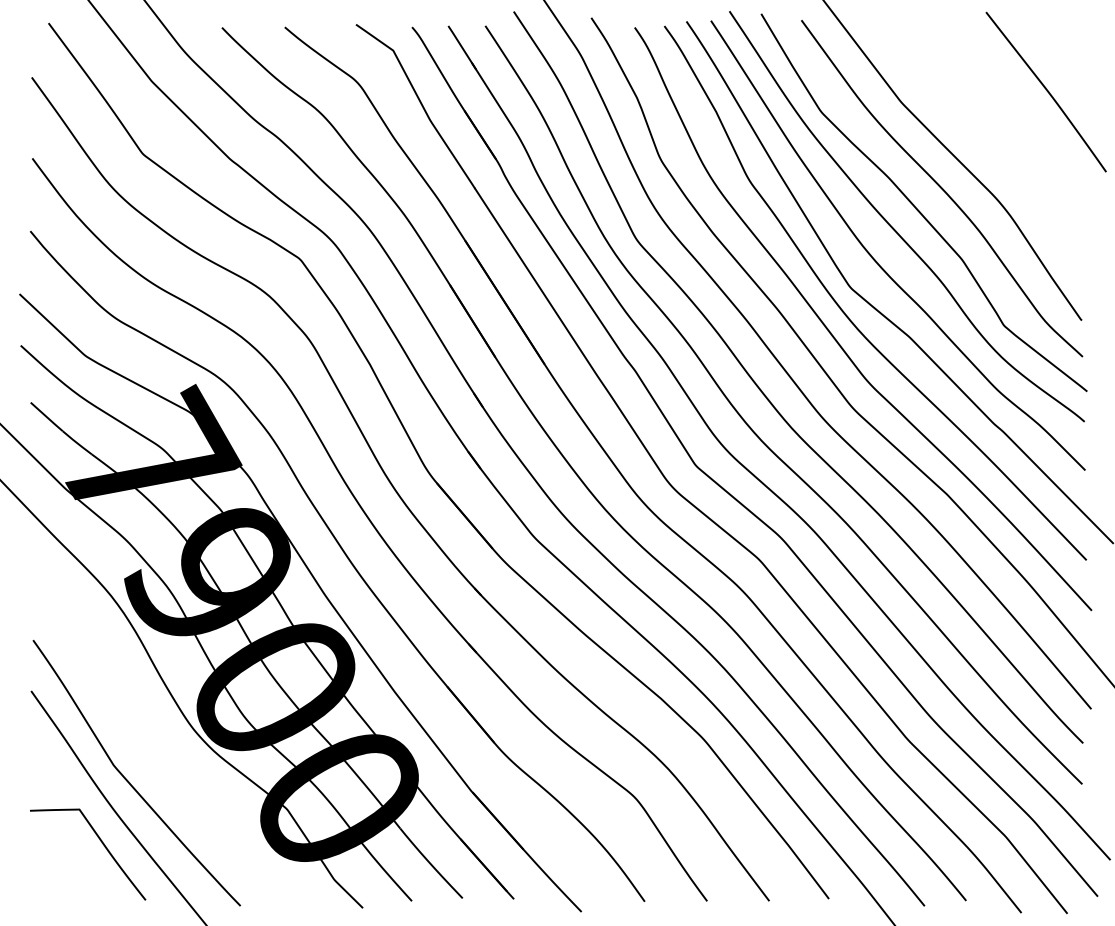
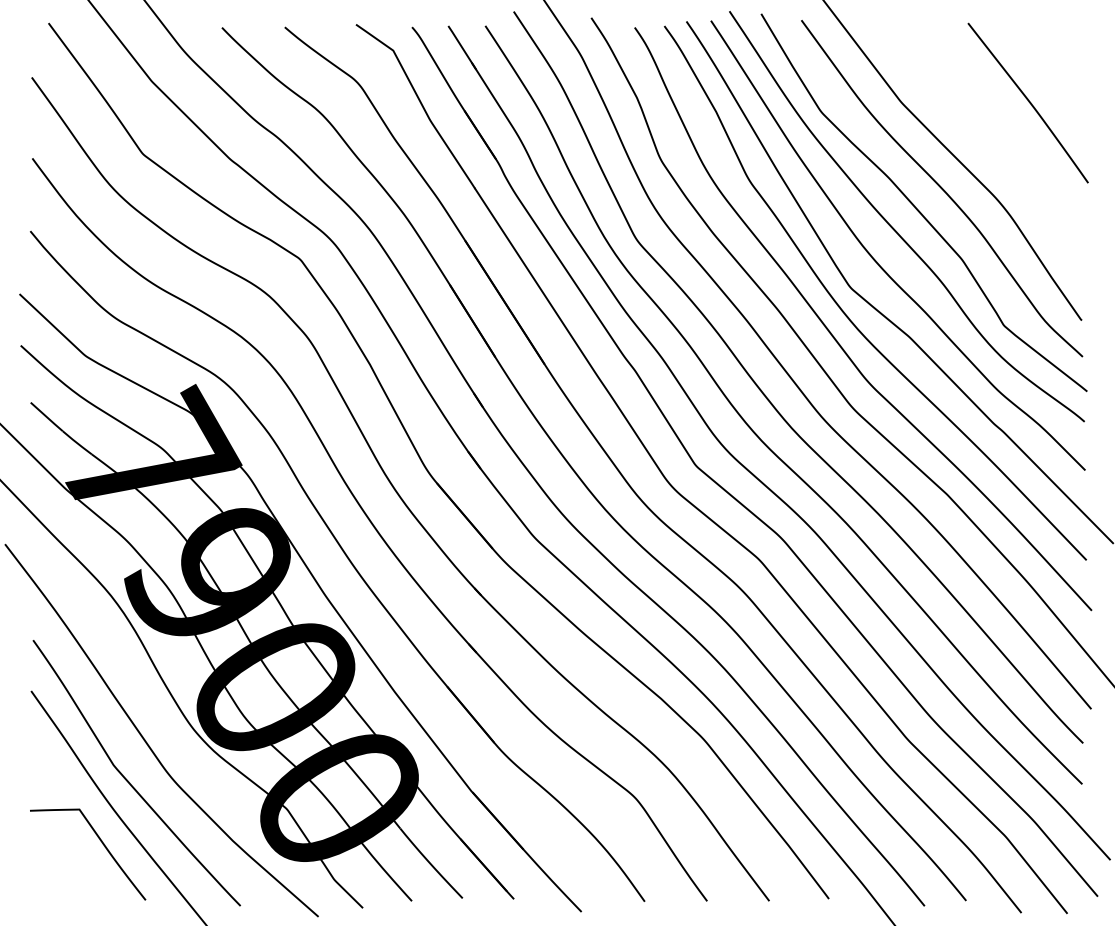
curve at (1046, 91) position: (1046, 91) -> (1028, 102)
curve at (145, 739): none -> present
